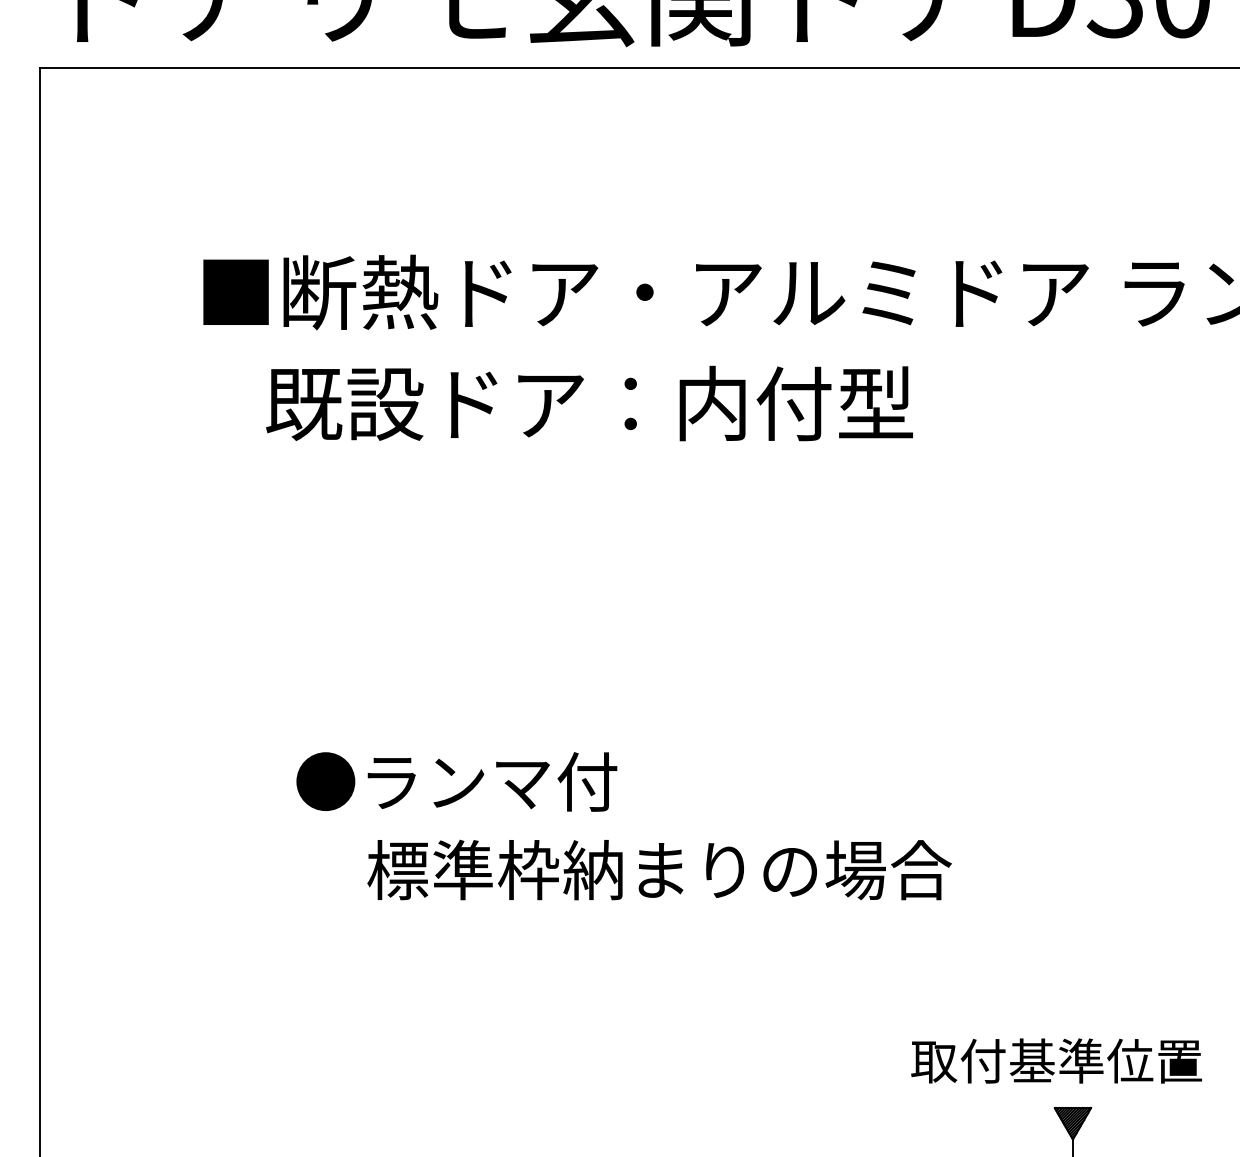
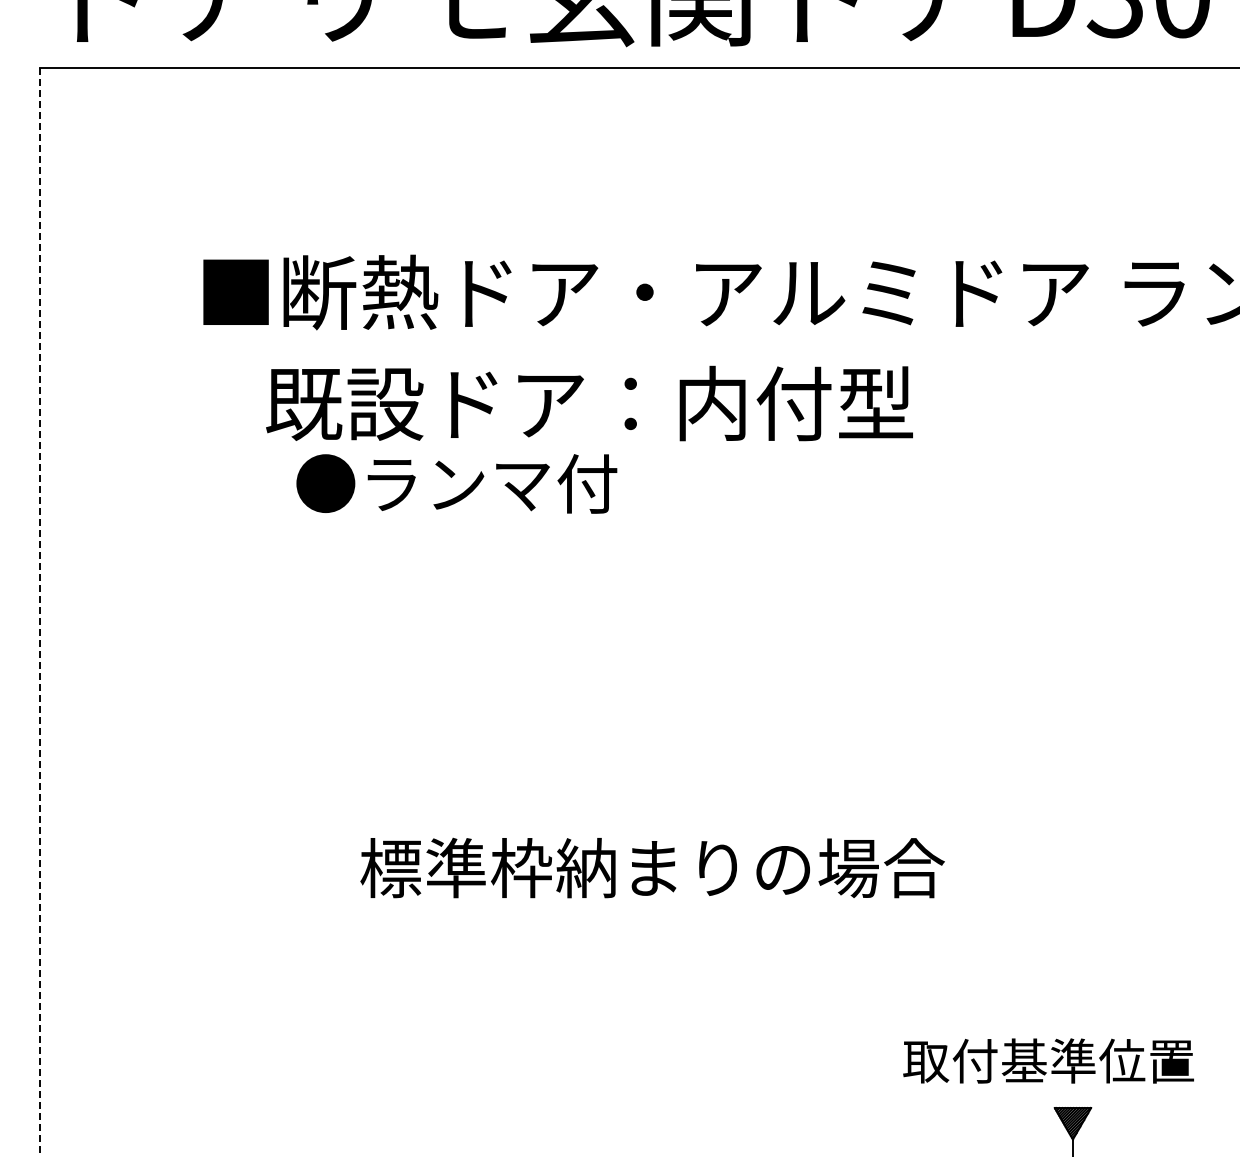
line at (39, 612): solid -> dashed
text at (456, 781) position: (456, 781) -> (456, 483)
text at (659, 869) position: (659, 869) -> (652, 867)
text at (1056, 1060) position: (1056, 1060) -> (1048, 1060)
